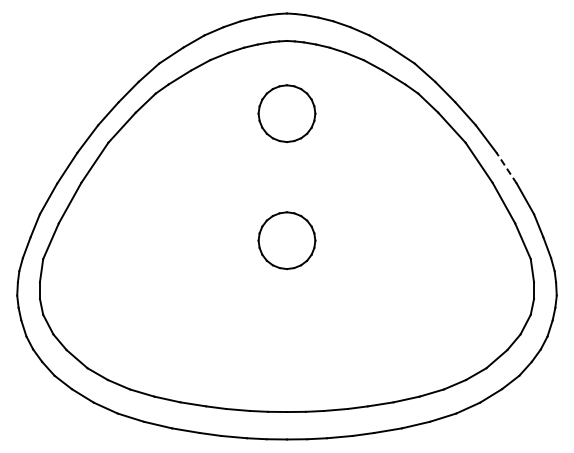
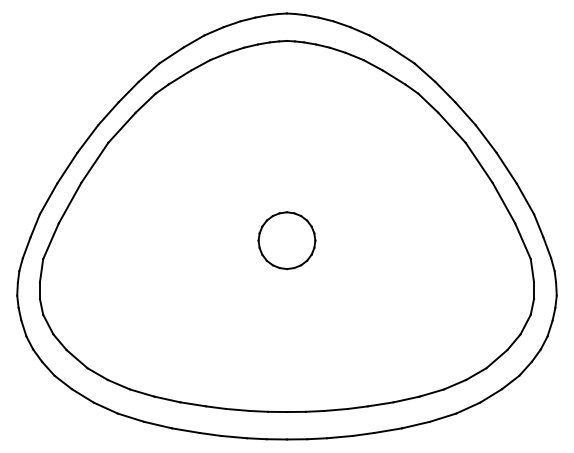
part at (286, 113): present -> none
line at (506, 168): dashed -> solid
